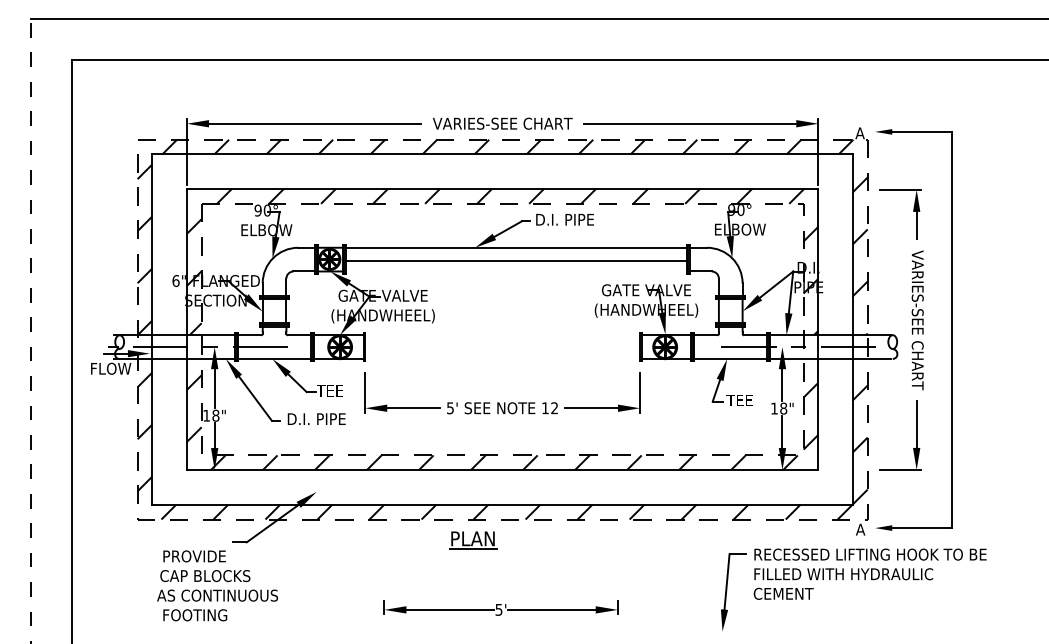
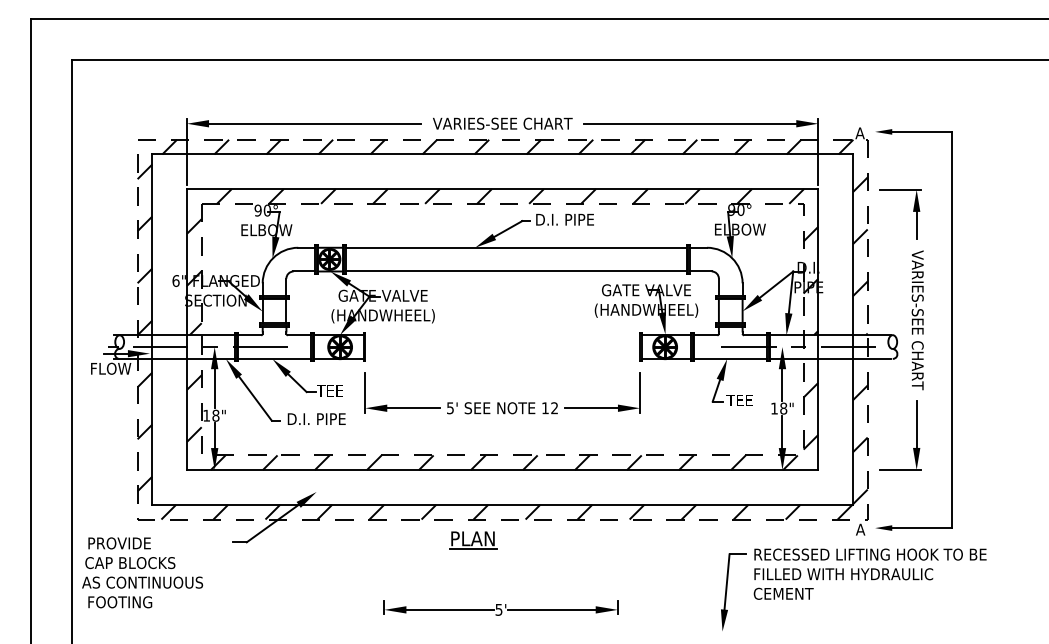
line at (515, 261) position: (515, 261) -> (515, 271)
line at (31, 331): dashed -> solid
text at (217, 585) position: (217, 585) -> (142, 572)
